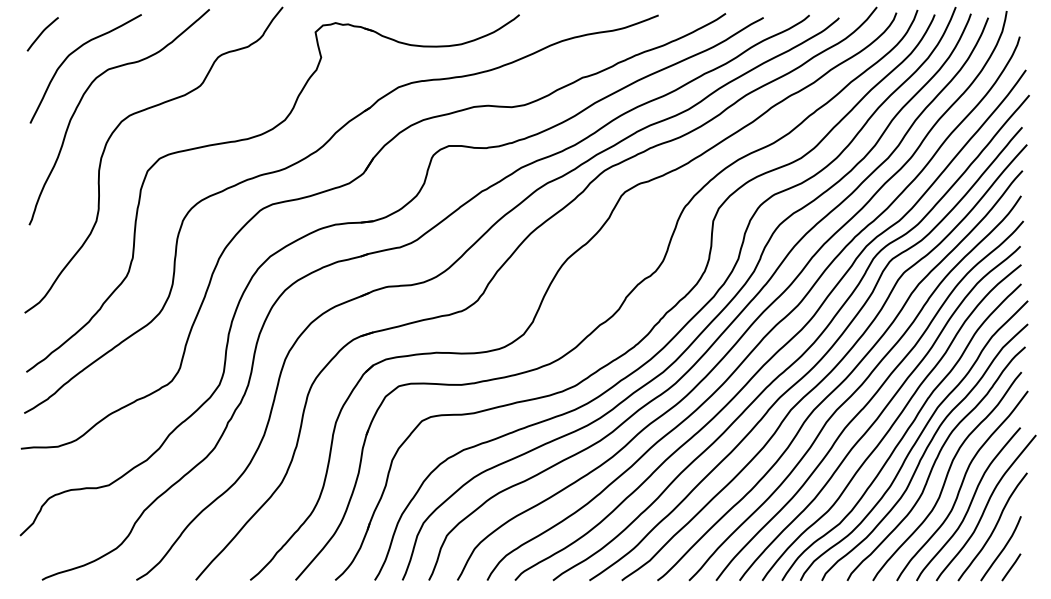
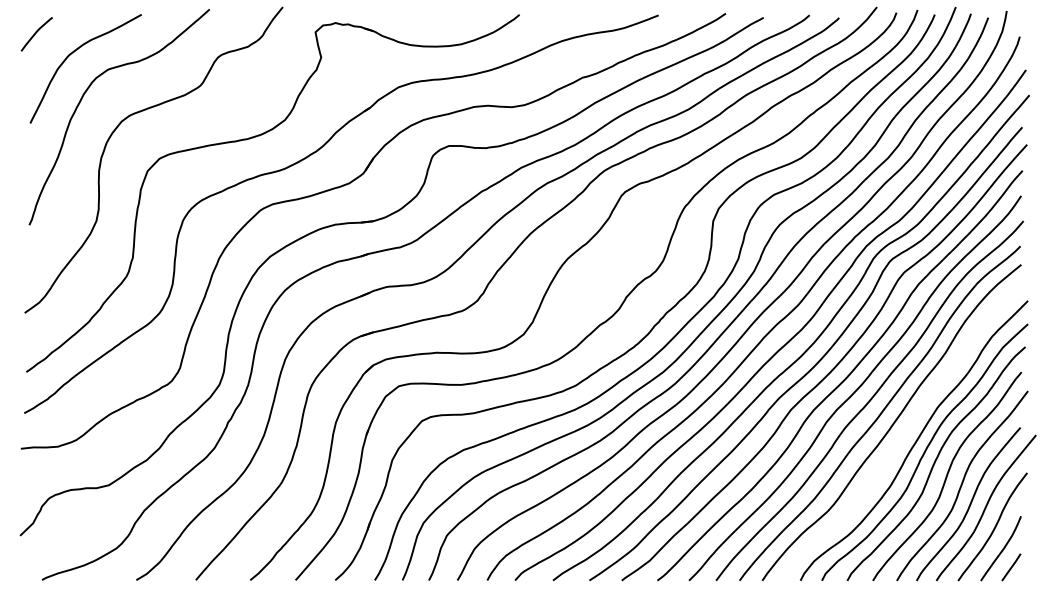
curve at (42, 33) position: (42, 33) -> (36, 33)
curve at (904, 432): present -> none
